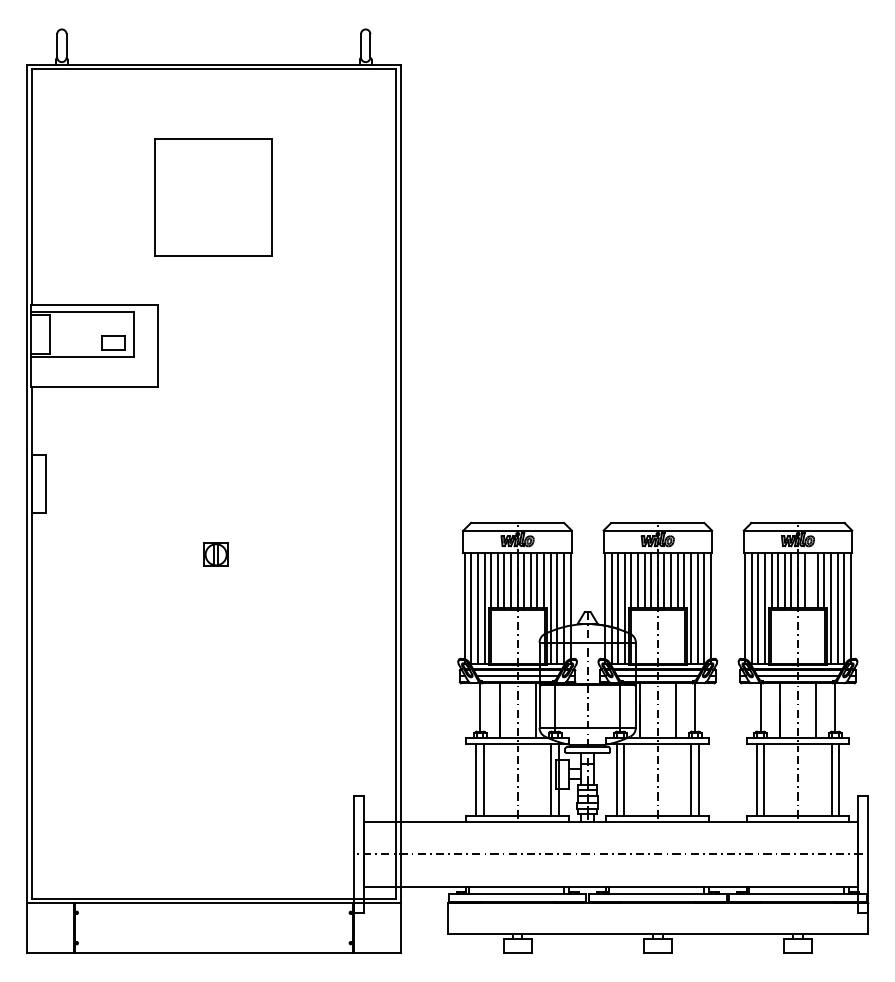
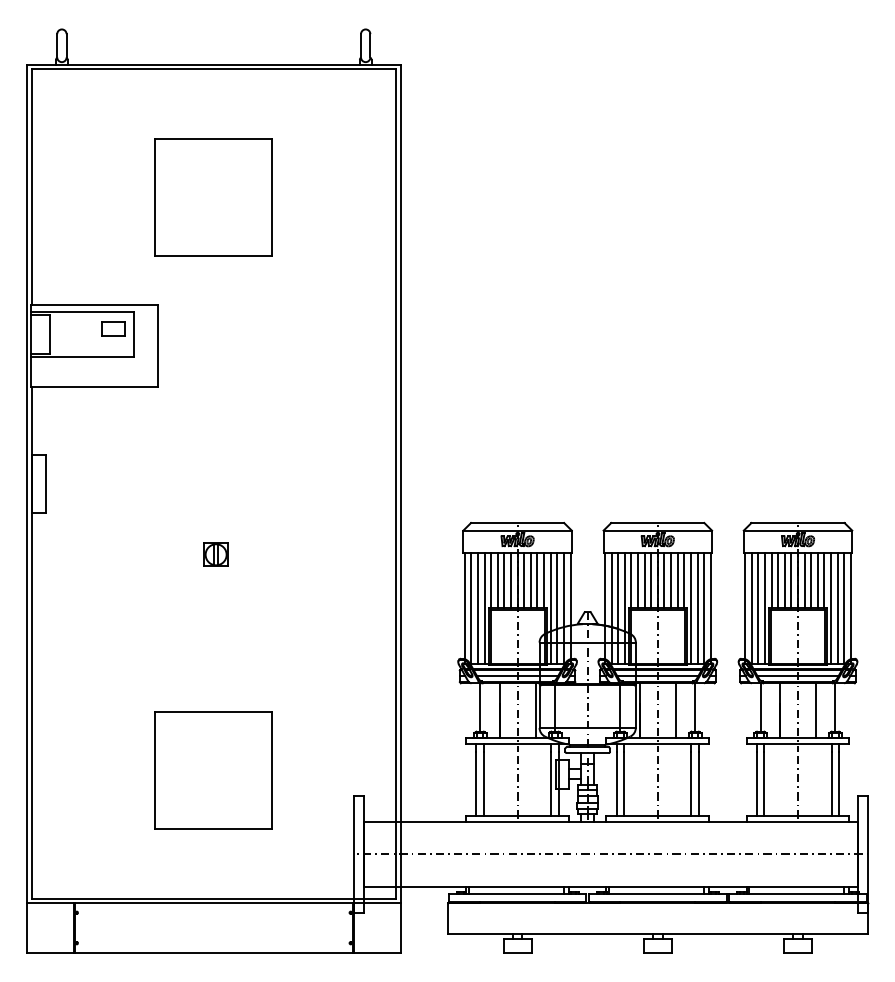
part at (113, 342) position: (113, 342) -> (113, 328)
line at (811, 580): none -> present
part at (213, 770): none -> present
